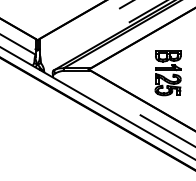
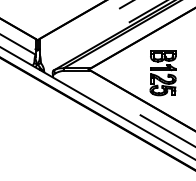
part at (167, 73) position: (167, 73) -> (162, 73)
